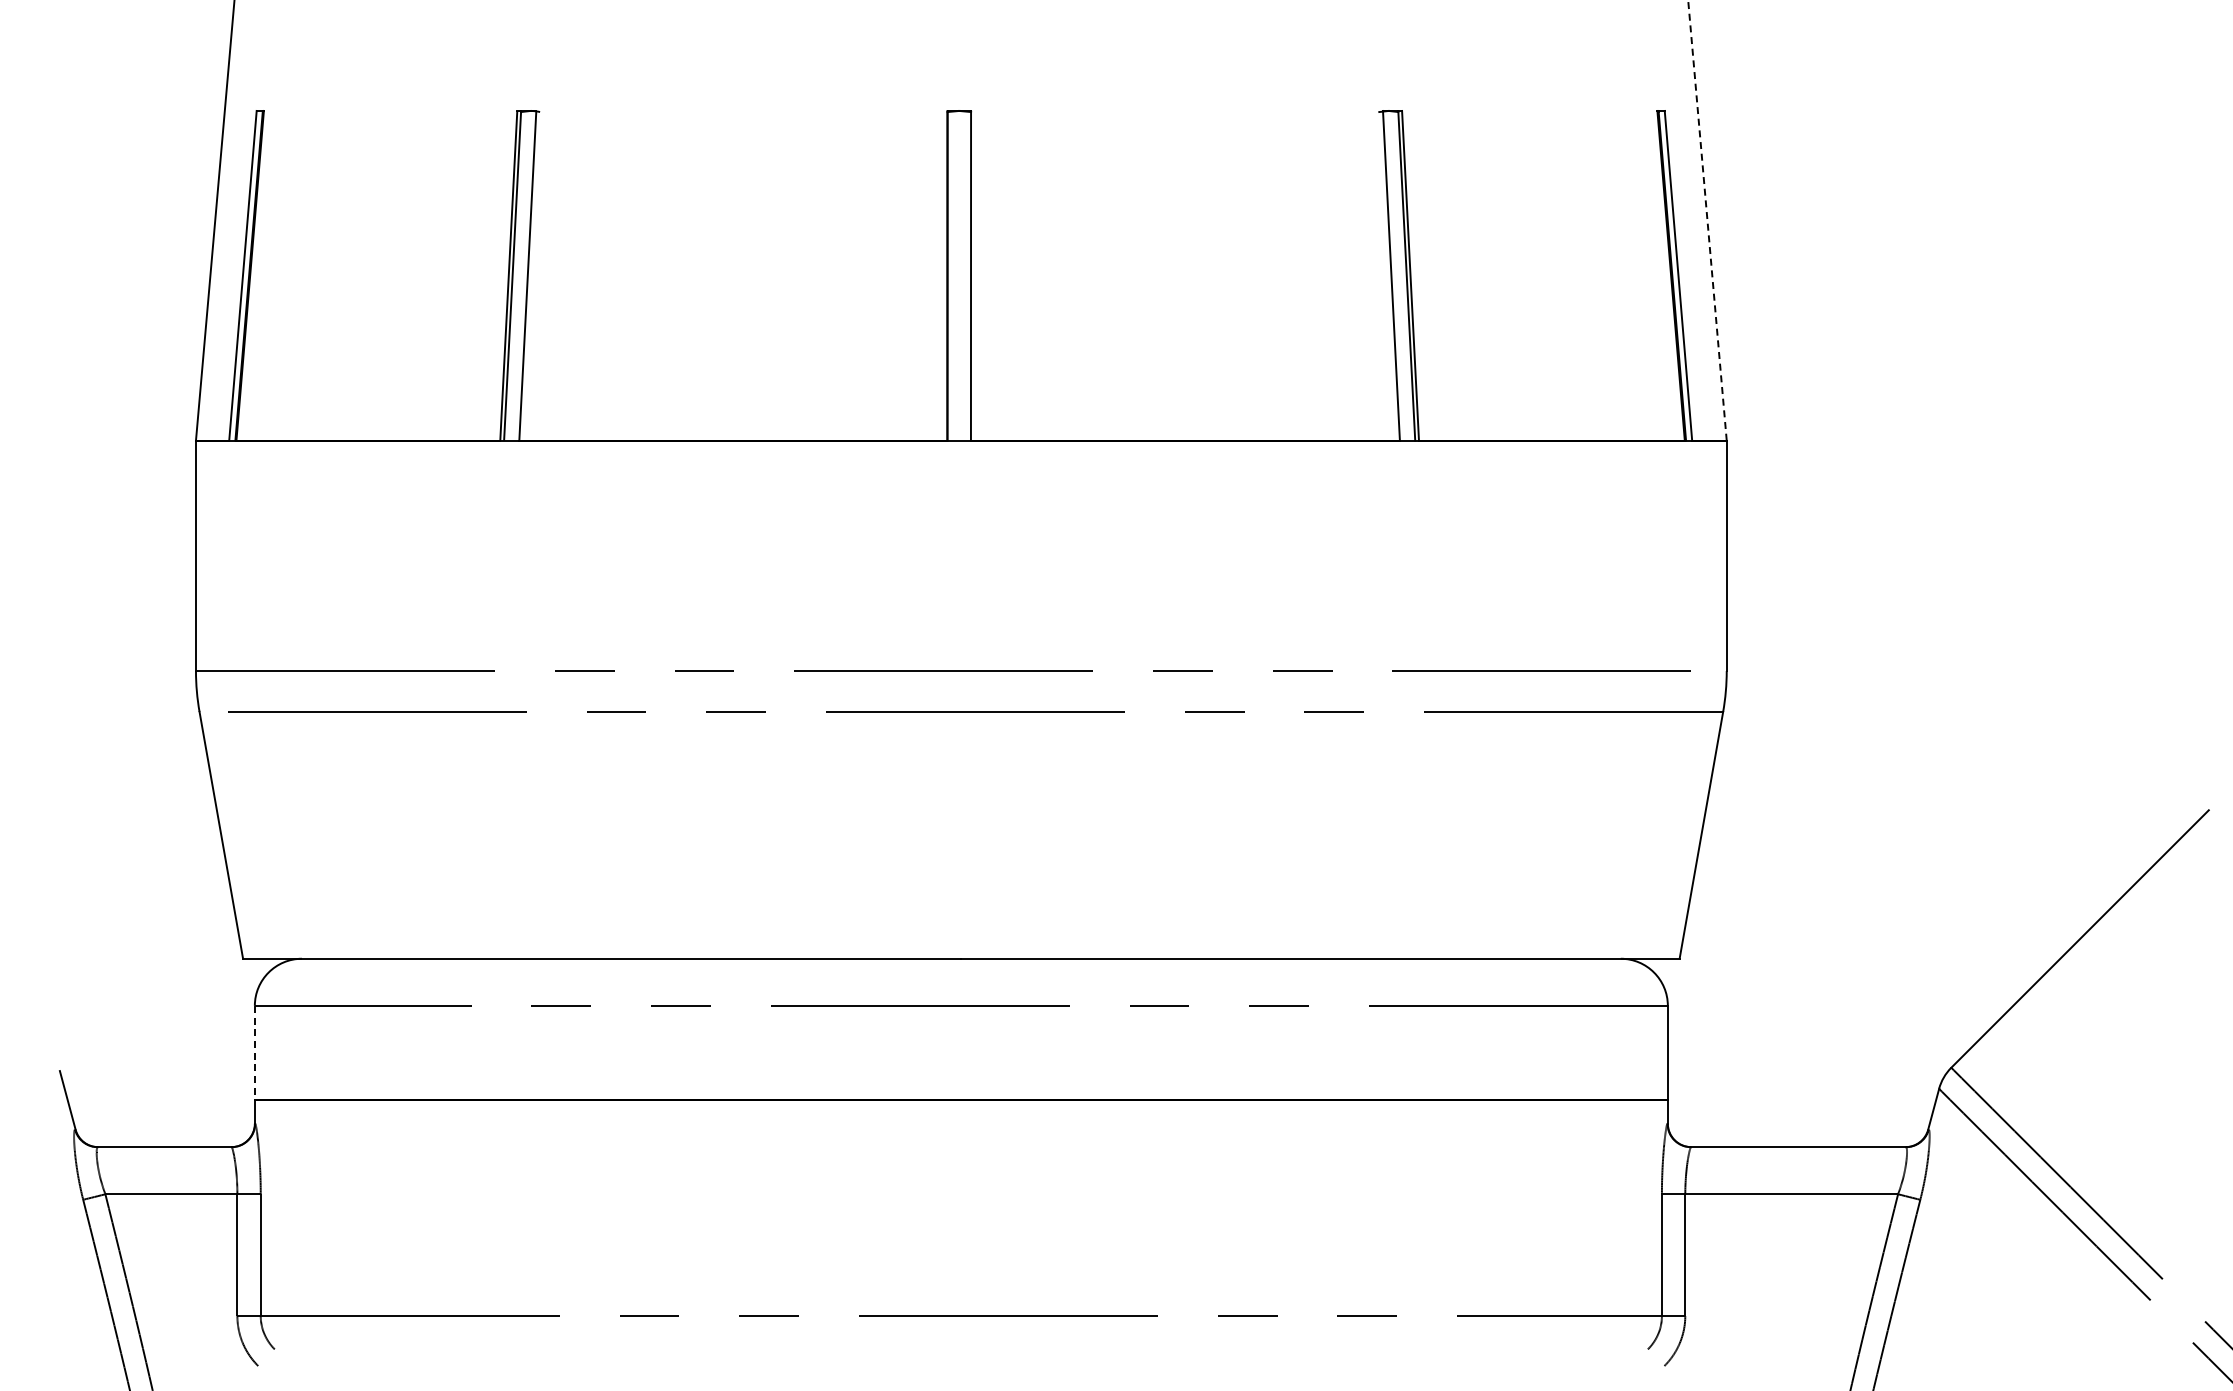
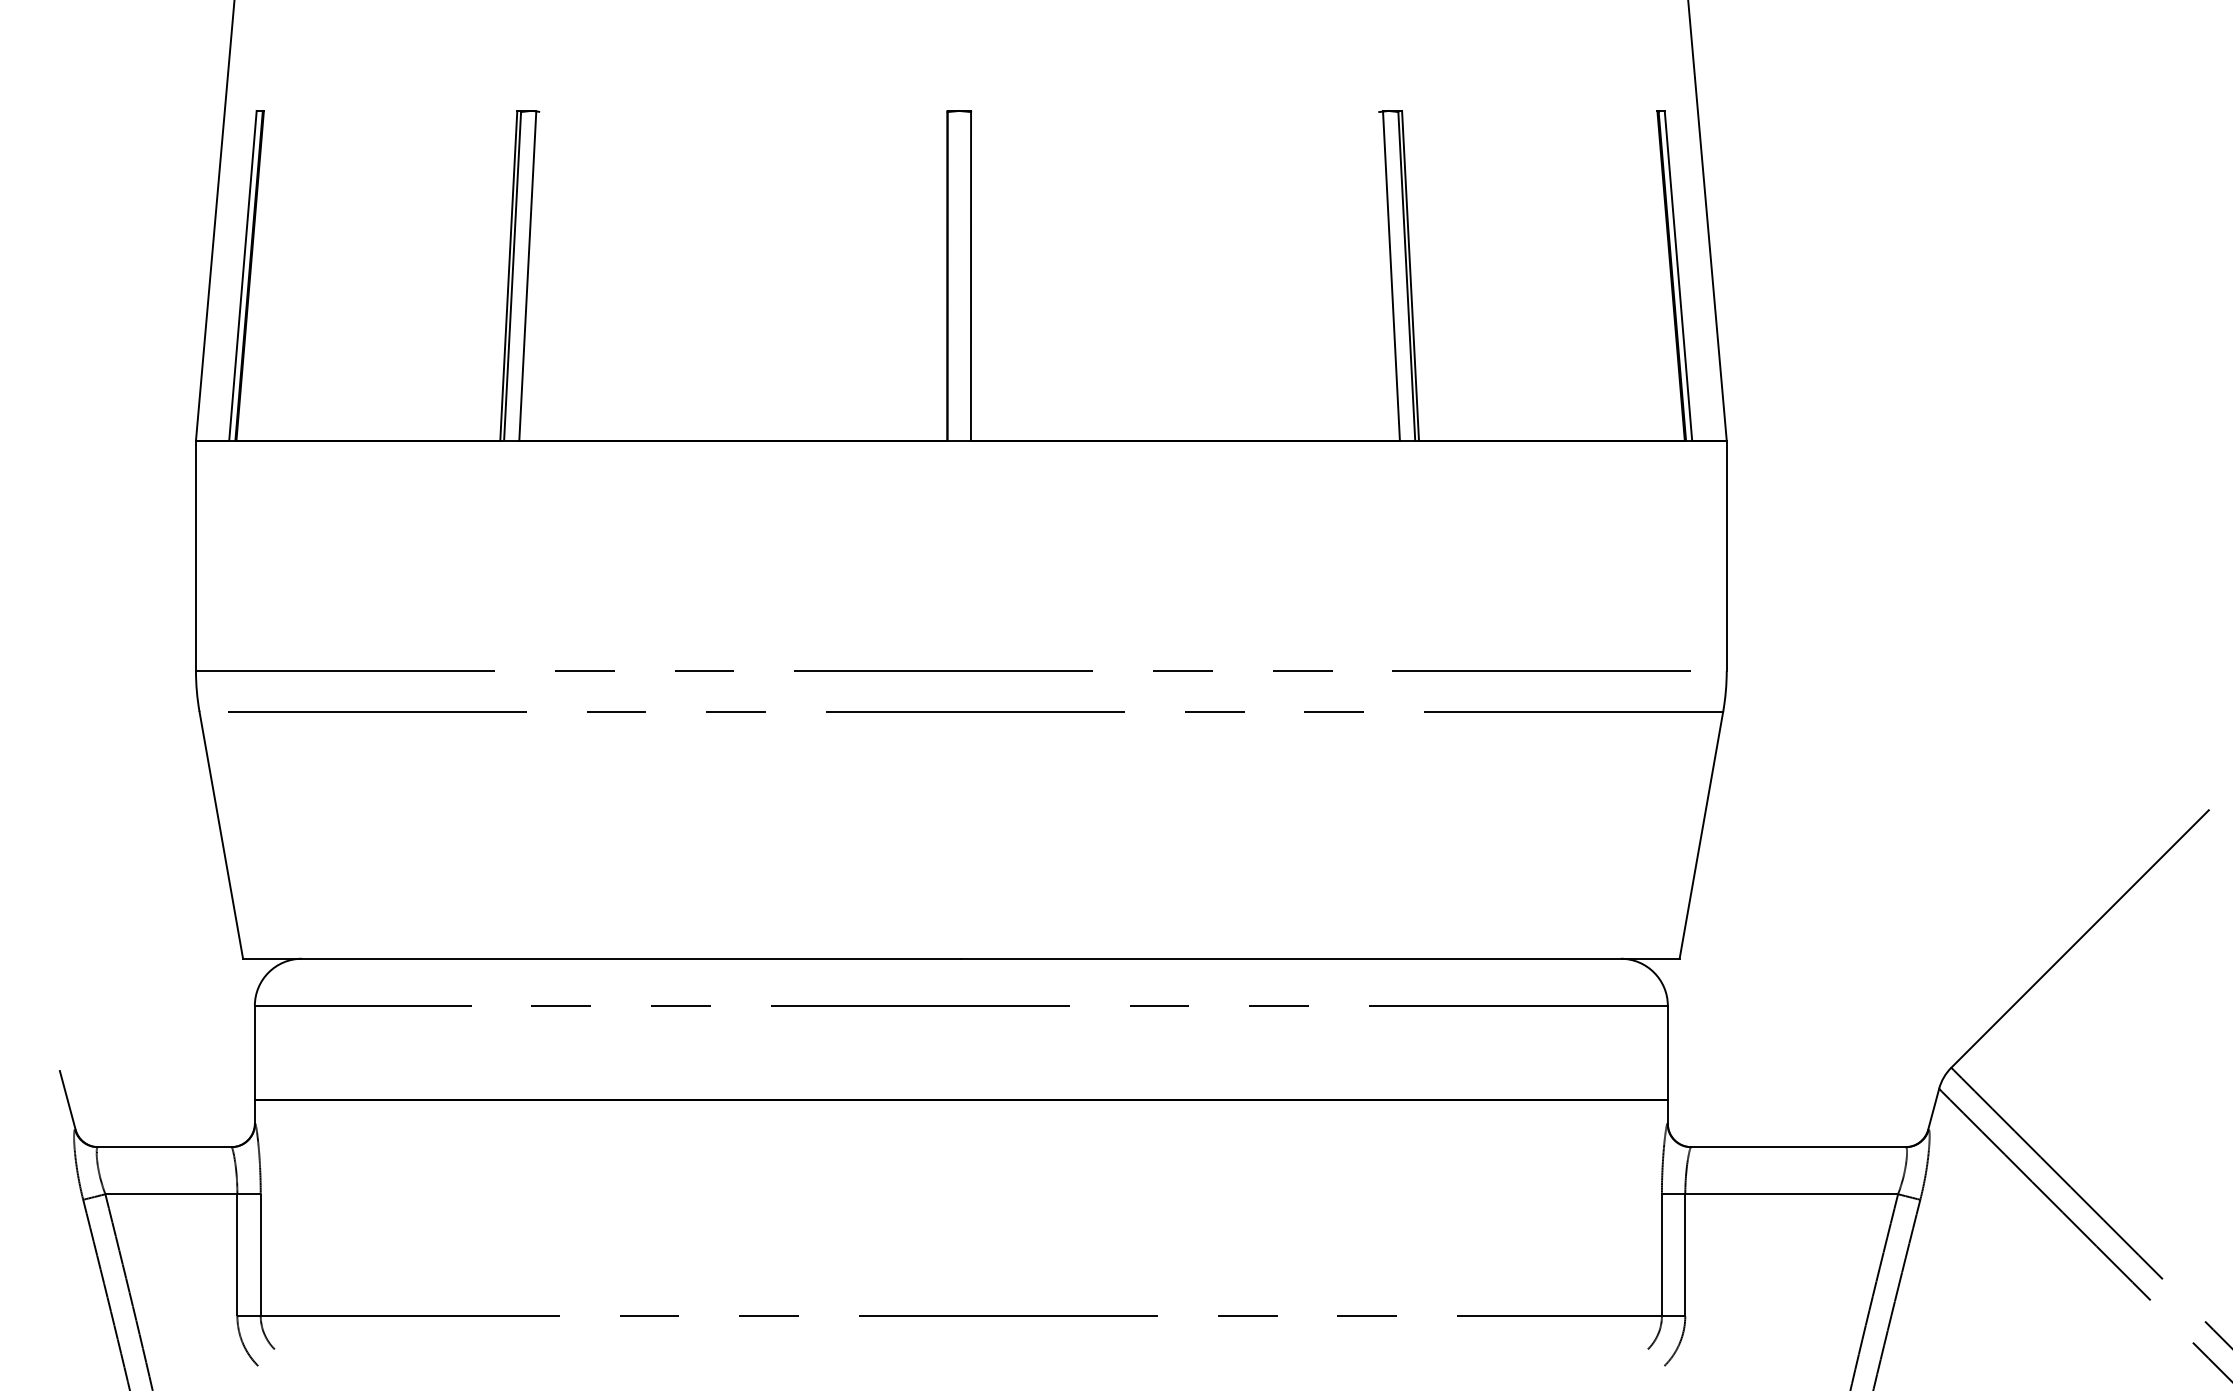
line at (1707, 220): dashed -> solid
line at (254, 1053): dashed -> solid
